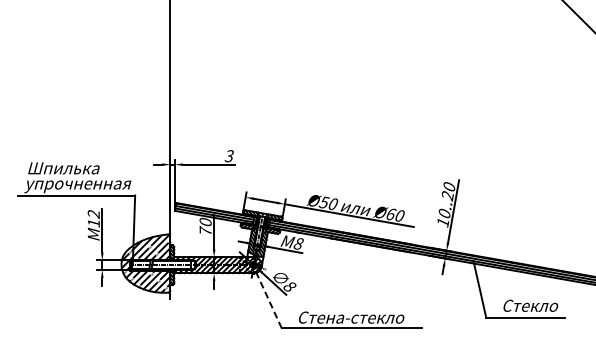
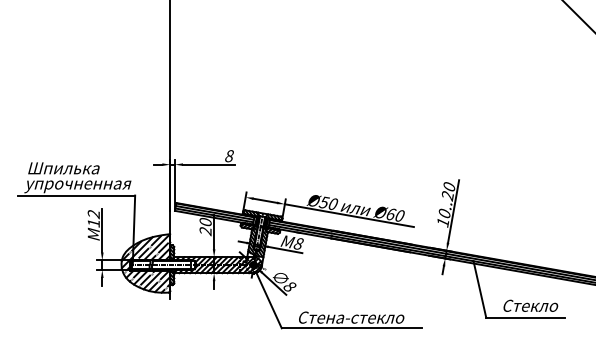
text at (228, 156): 3 -> 8
text at (205, 231): 70 -> 20
line at (268, 299): dashed -> solid
